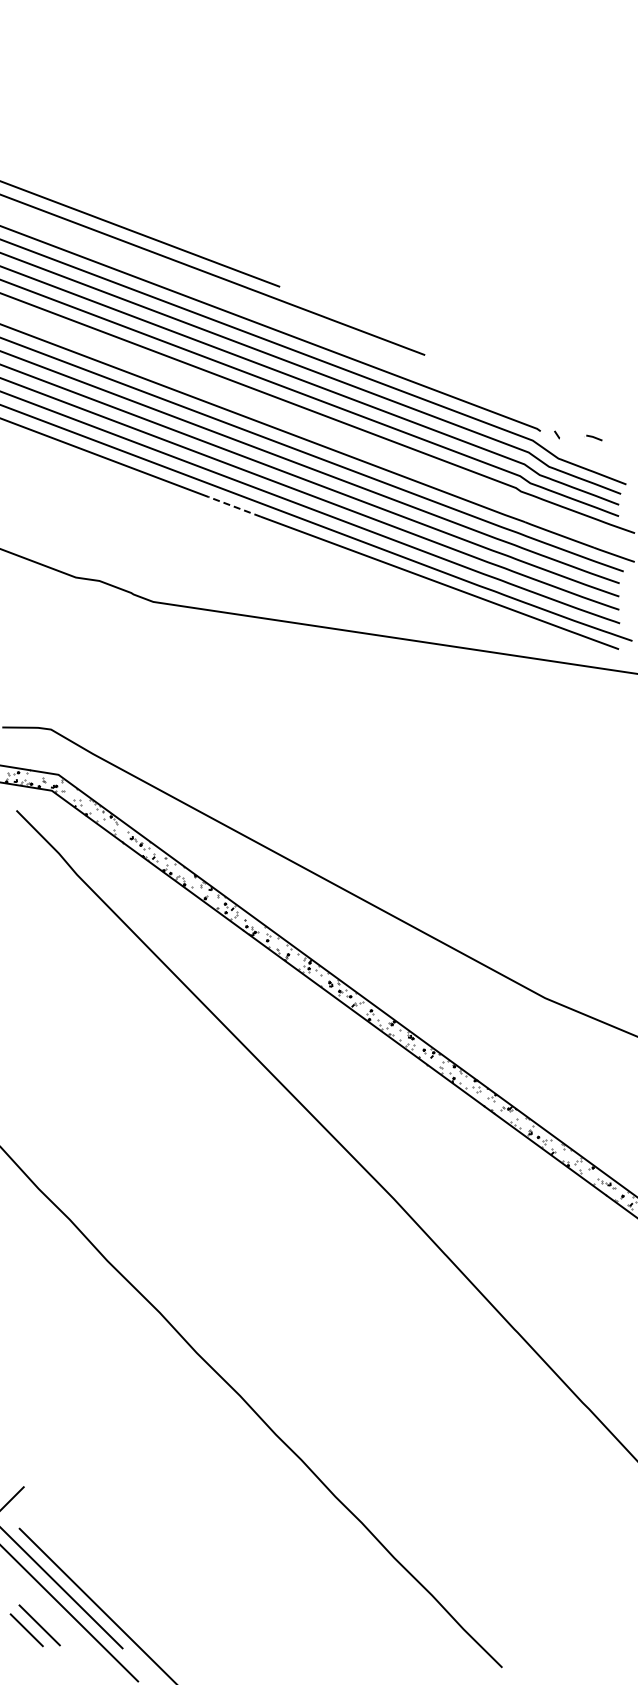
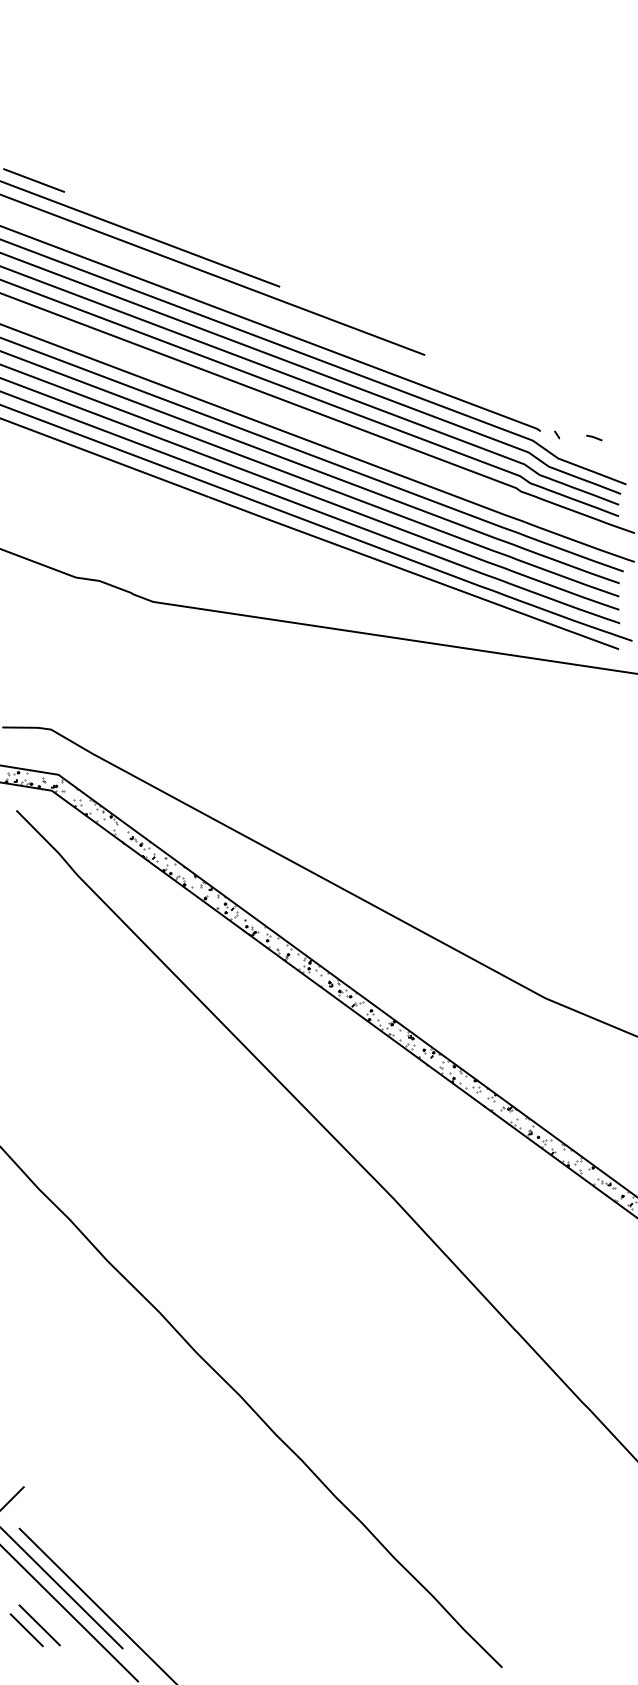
line at (33, 180): none -> present
line at (234, 506): dashed -> solid
